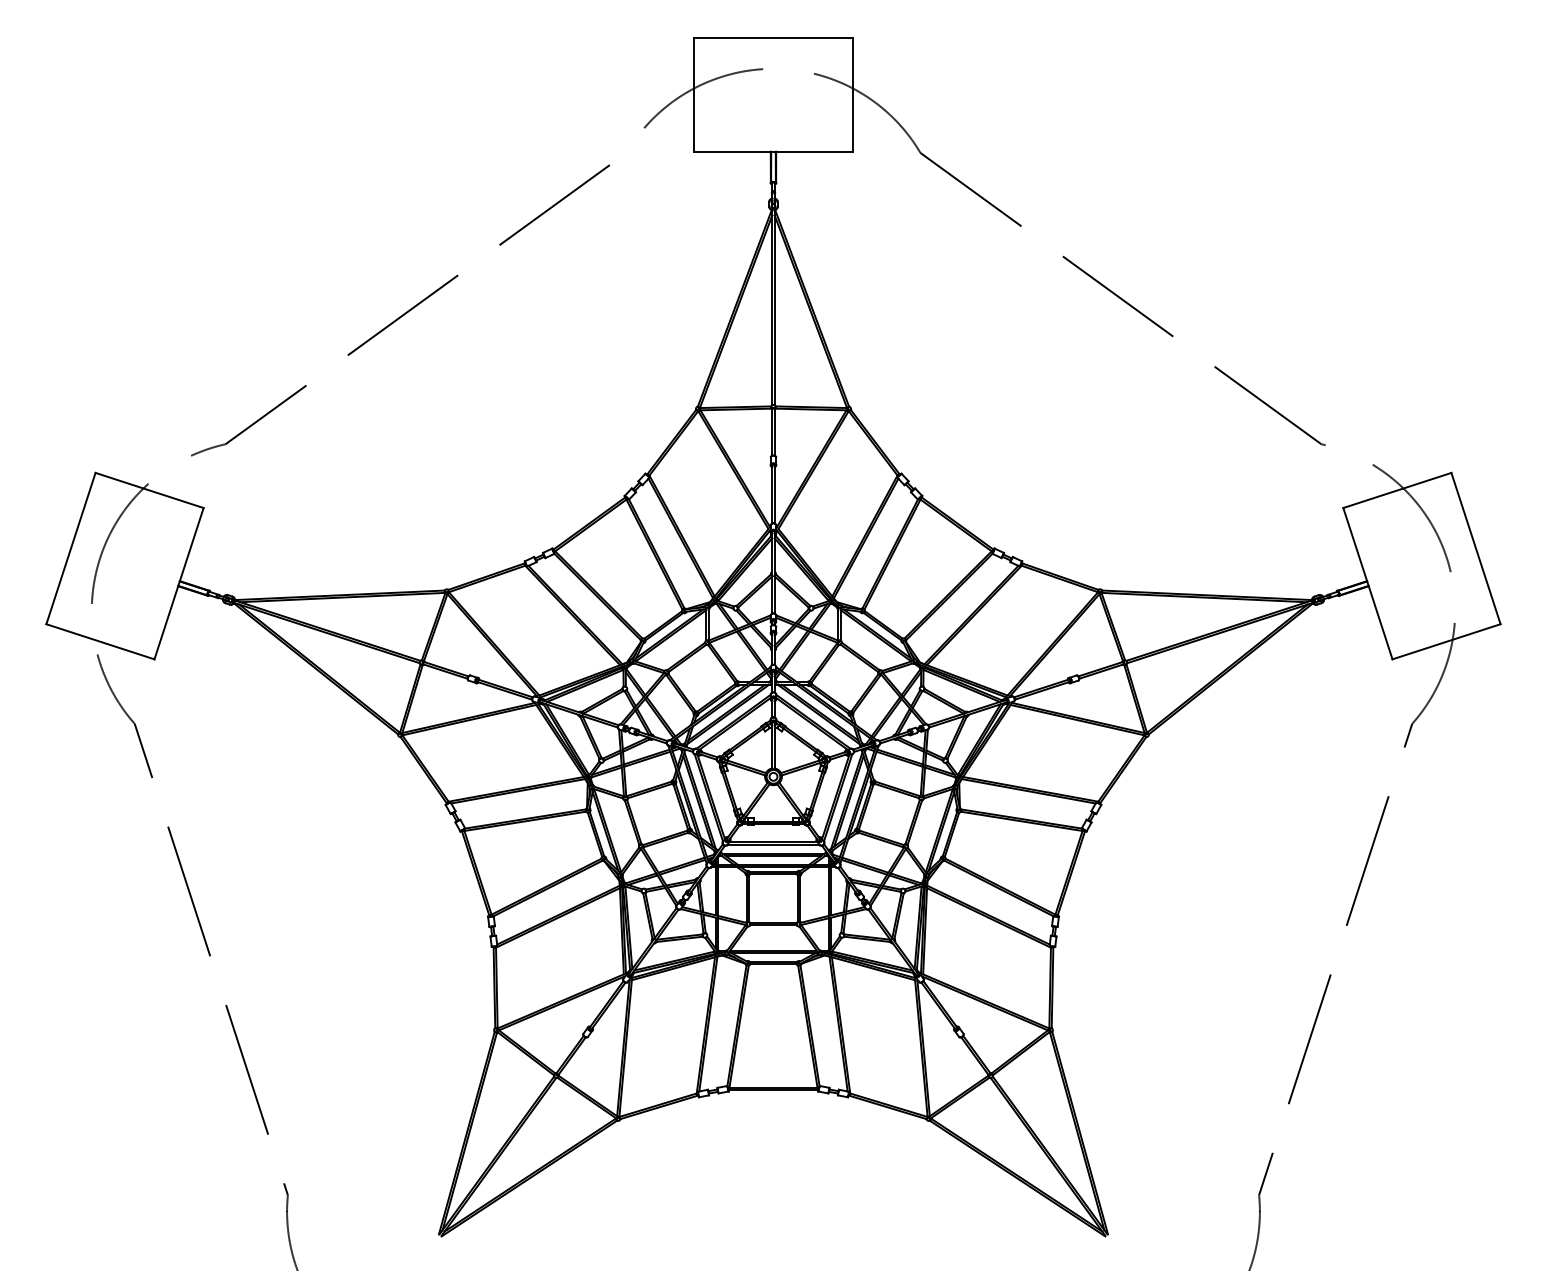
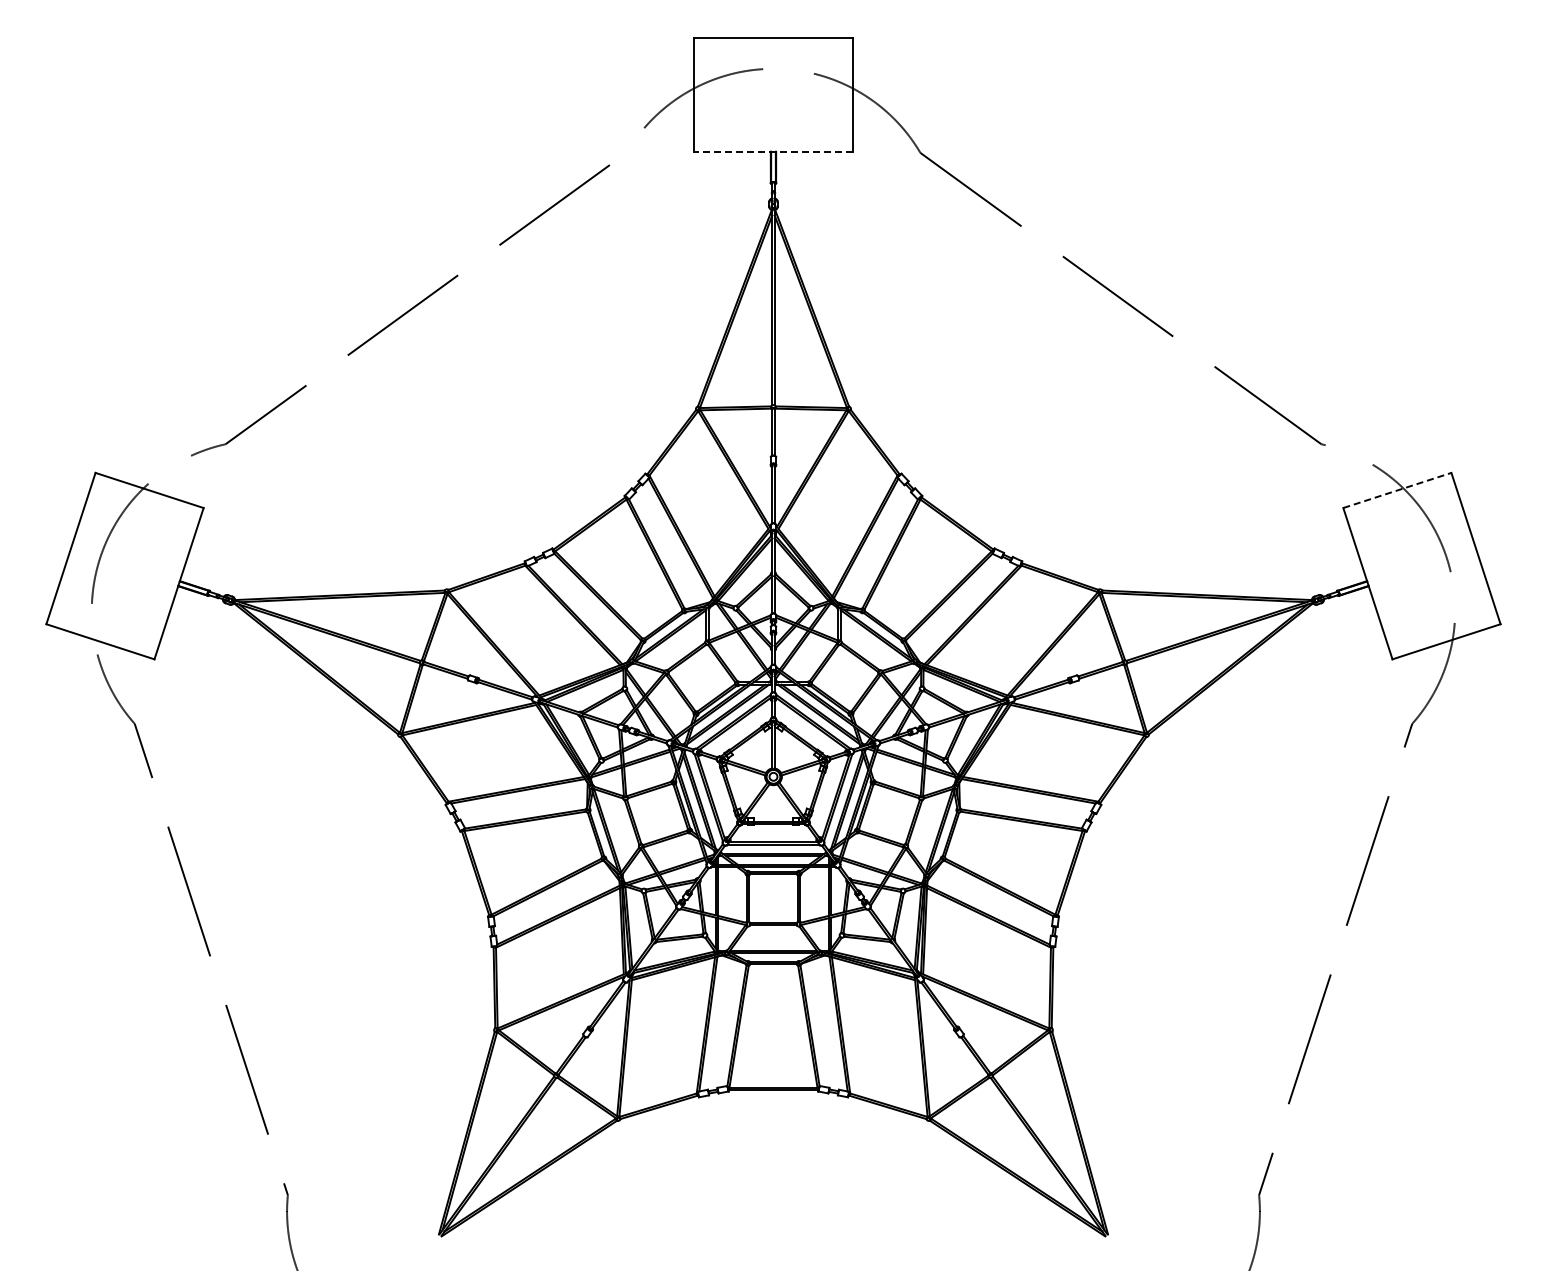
line at (773, 151): solid -> dashed
line at (1397, 490): solid -> dashed
